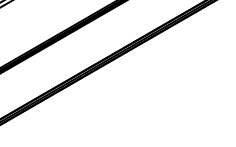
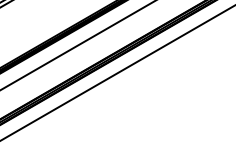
line at (77, 45): none -> present
line at (117, 72): none -> present
